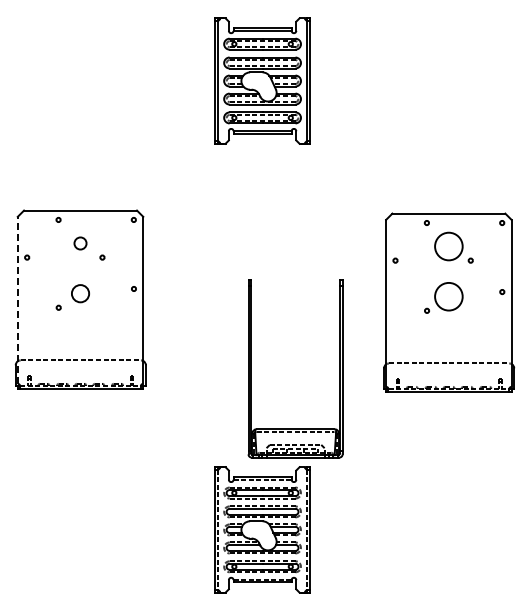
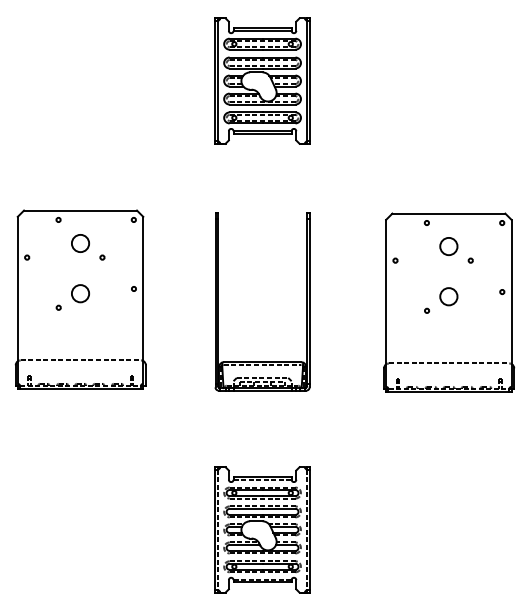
circle at (80, 243) size: 15x15 px -> 19x19 px
circle at (448, 246) diameter: 28 px -> 17 px
circle at (448, 296) diameter: 28 px -> 17 px
line at (17, 299): dashed -> solid
part at (251, 368) position: (251, 368) -> (218, 301)
